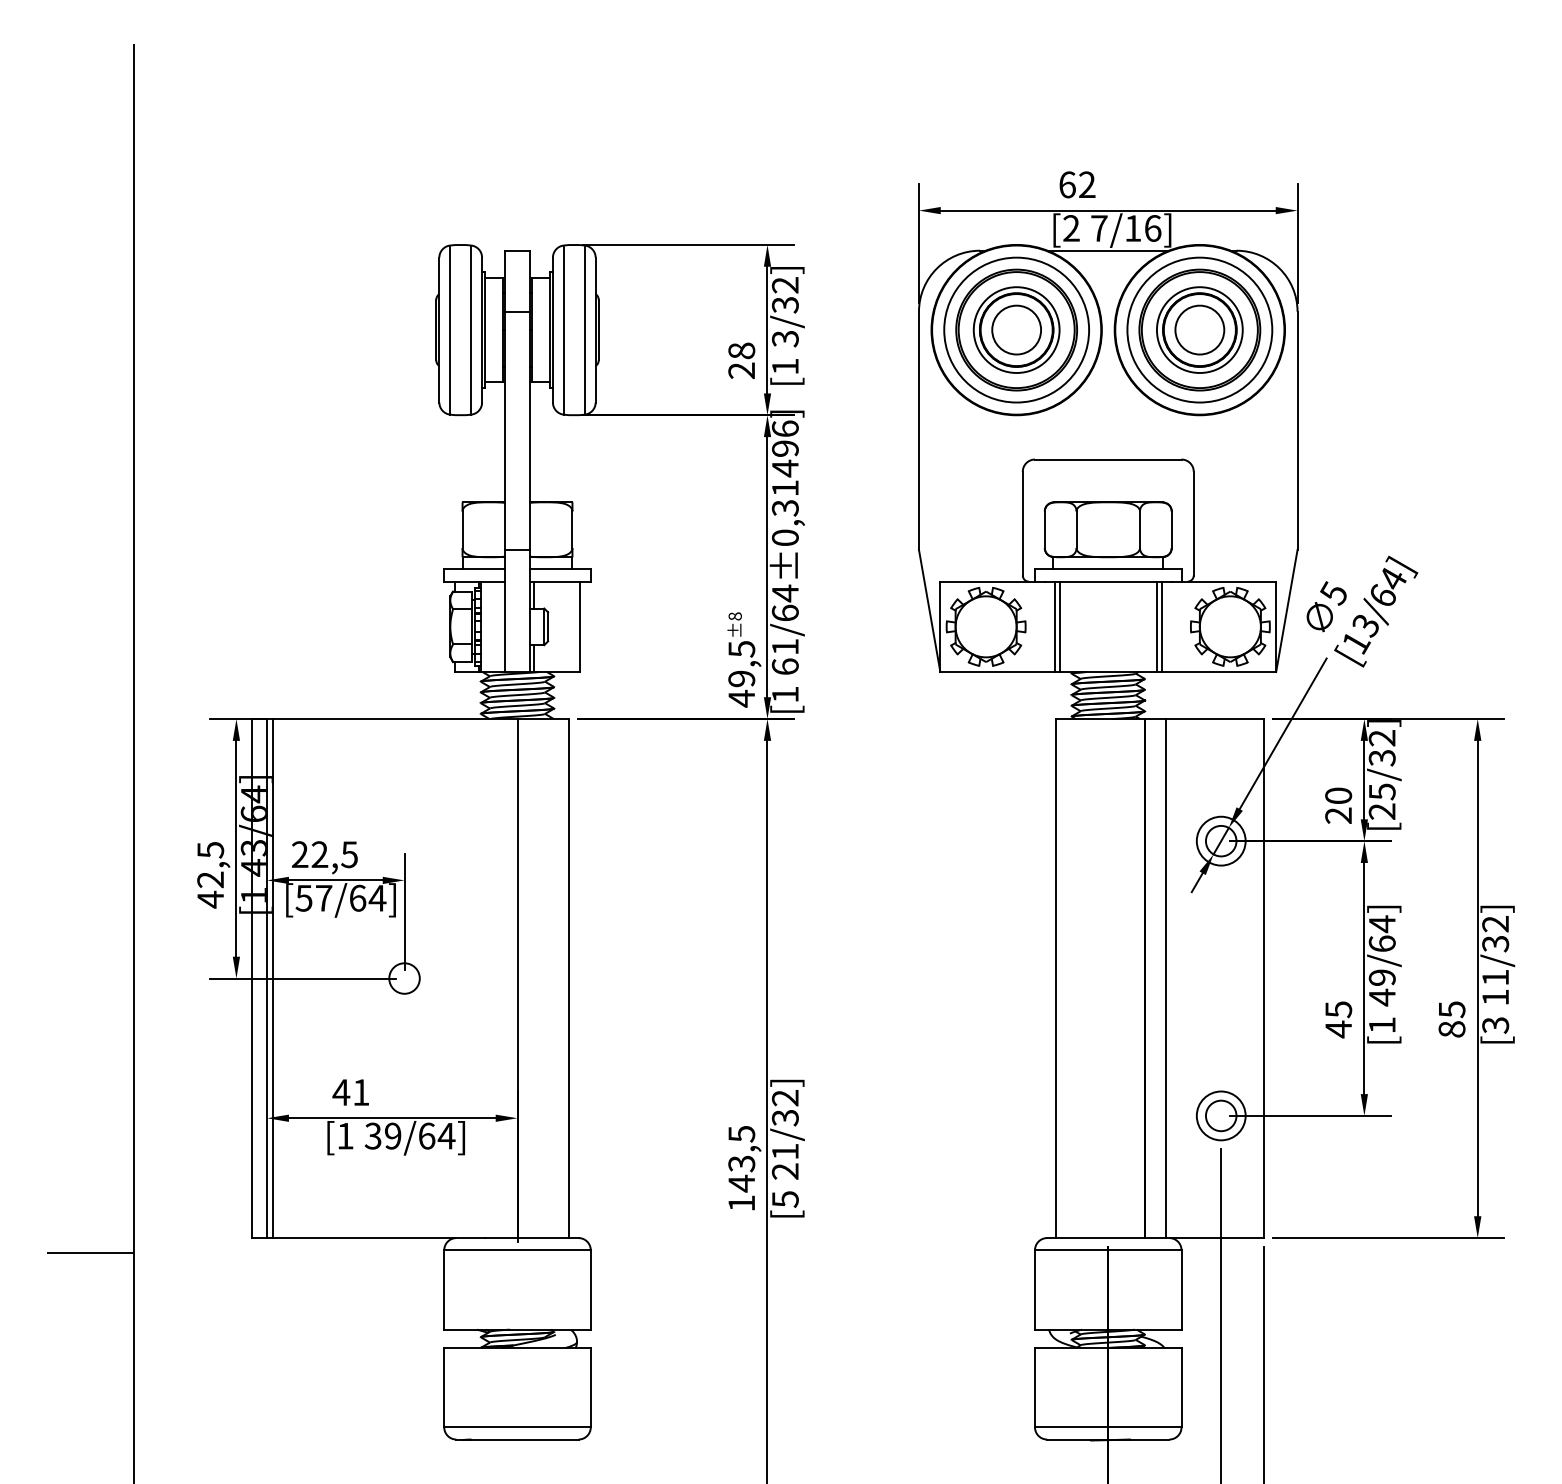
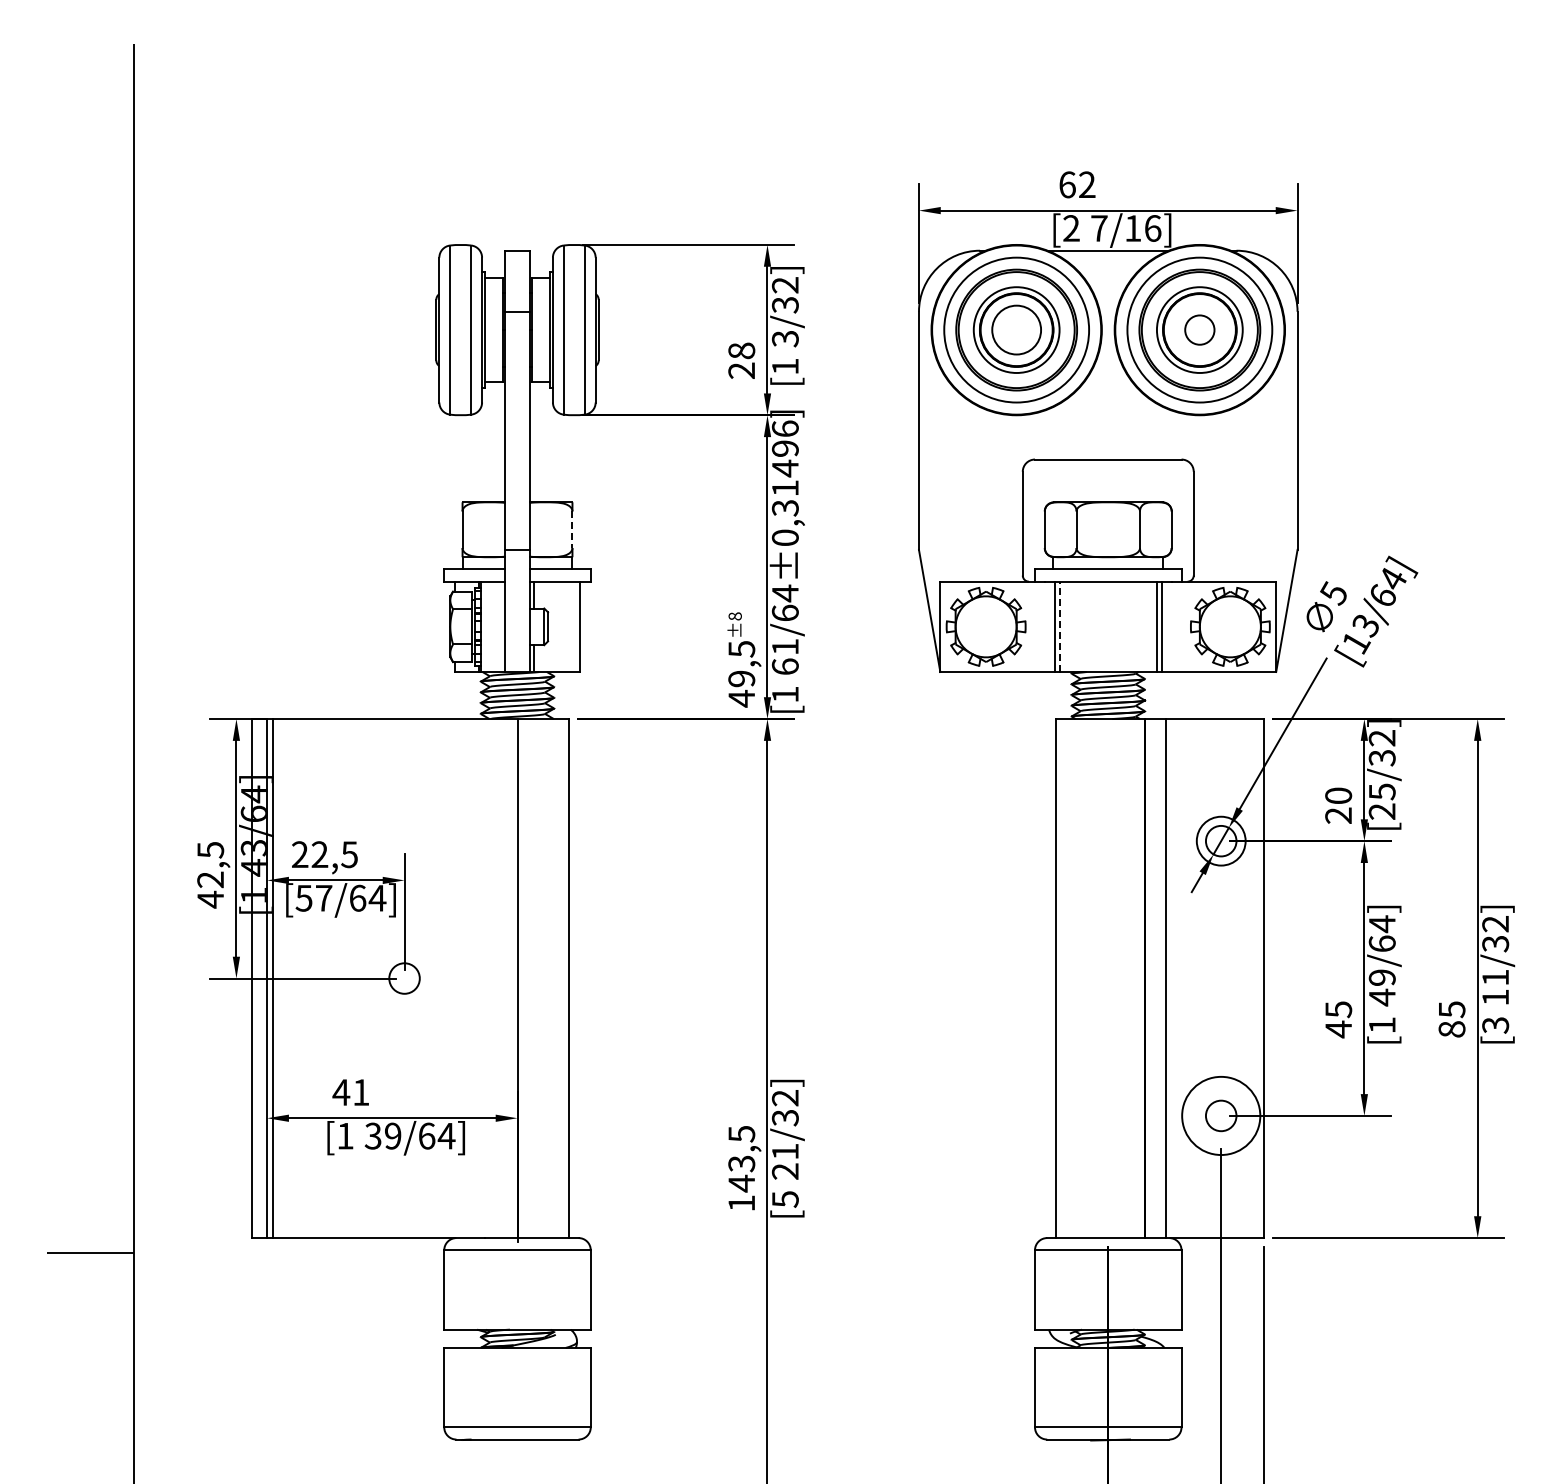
circle at (1199, 329) diameter: 49 px -> 29 px
line at (572, 530): solid -> dashed
line at (1059, 626): solid -> dashed
circle at (1220, 1115) diameter: 49 px -> 78 px
